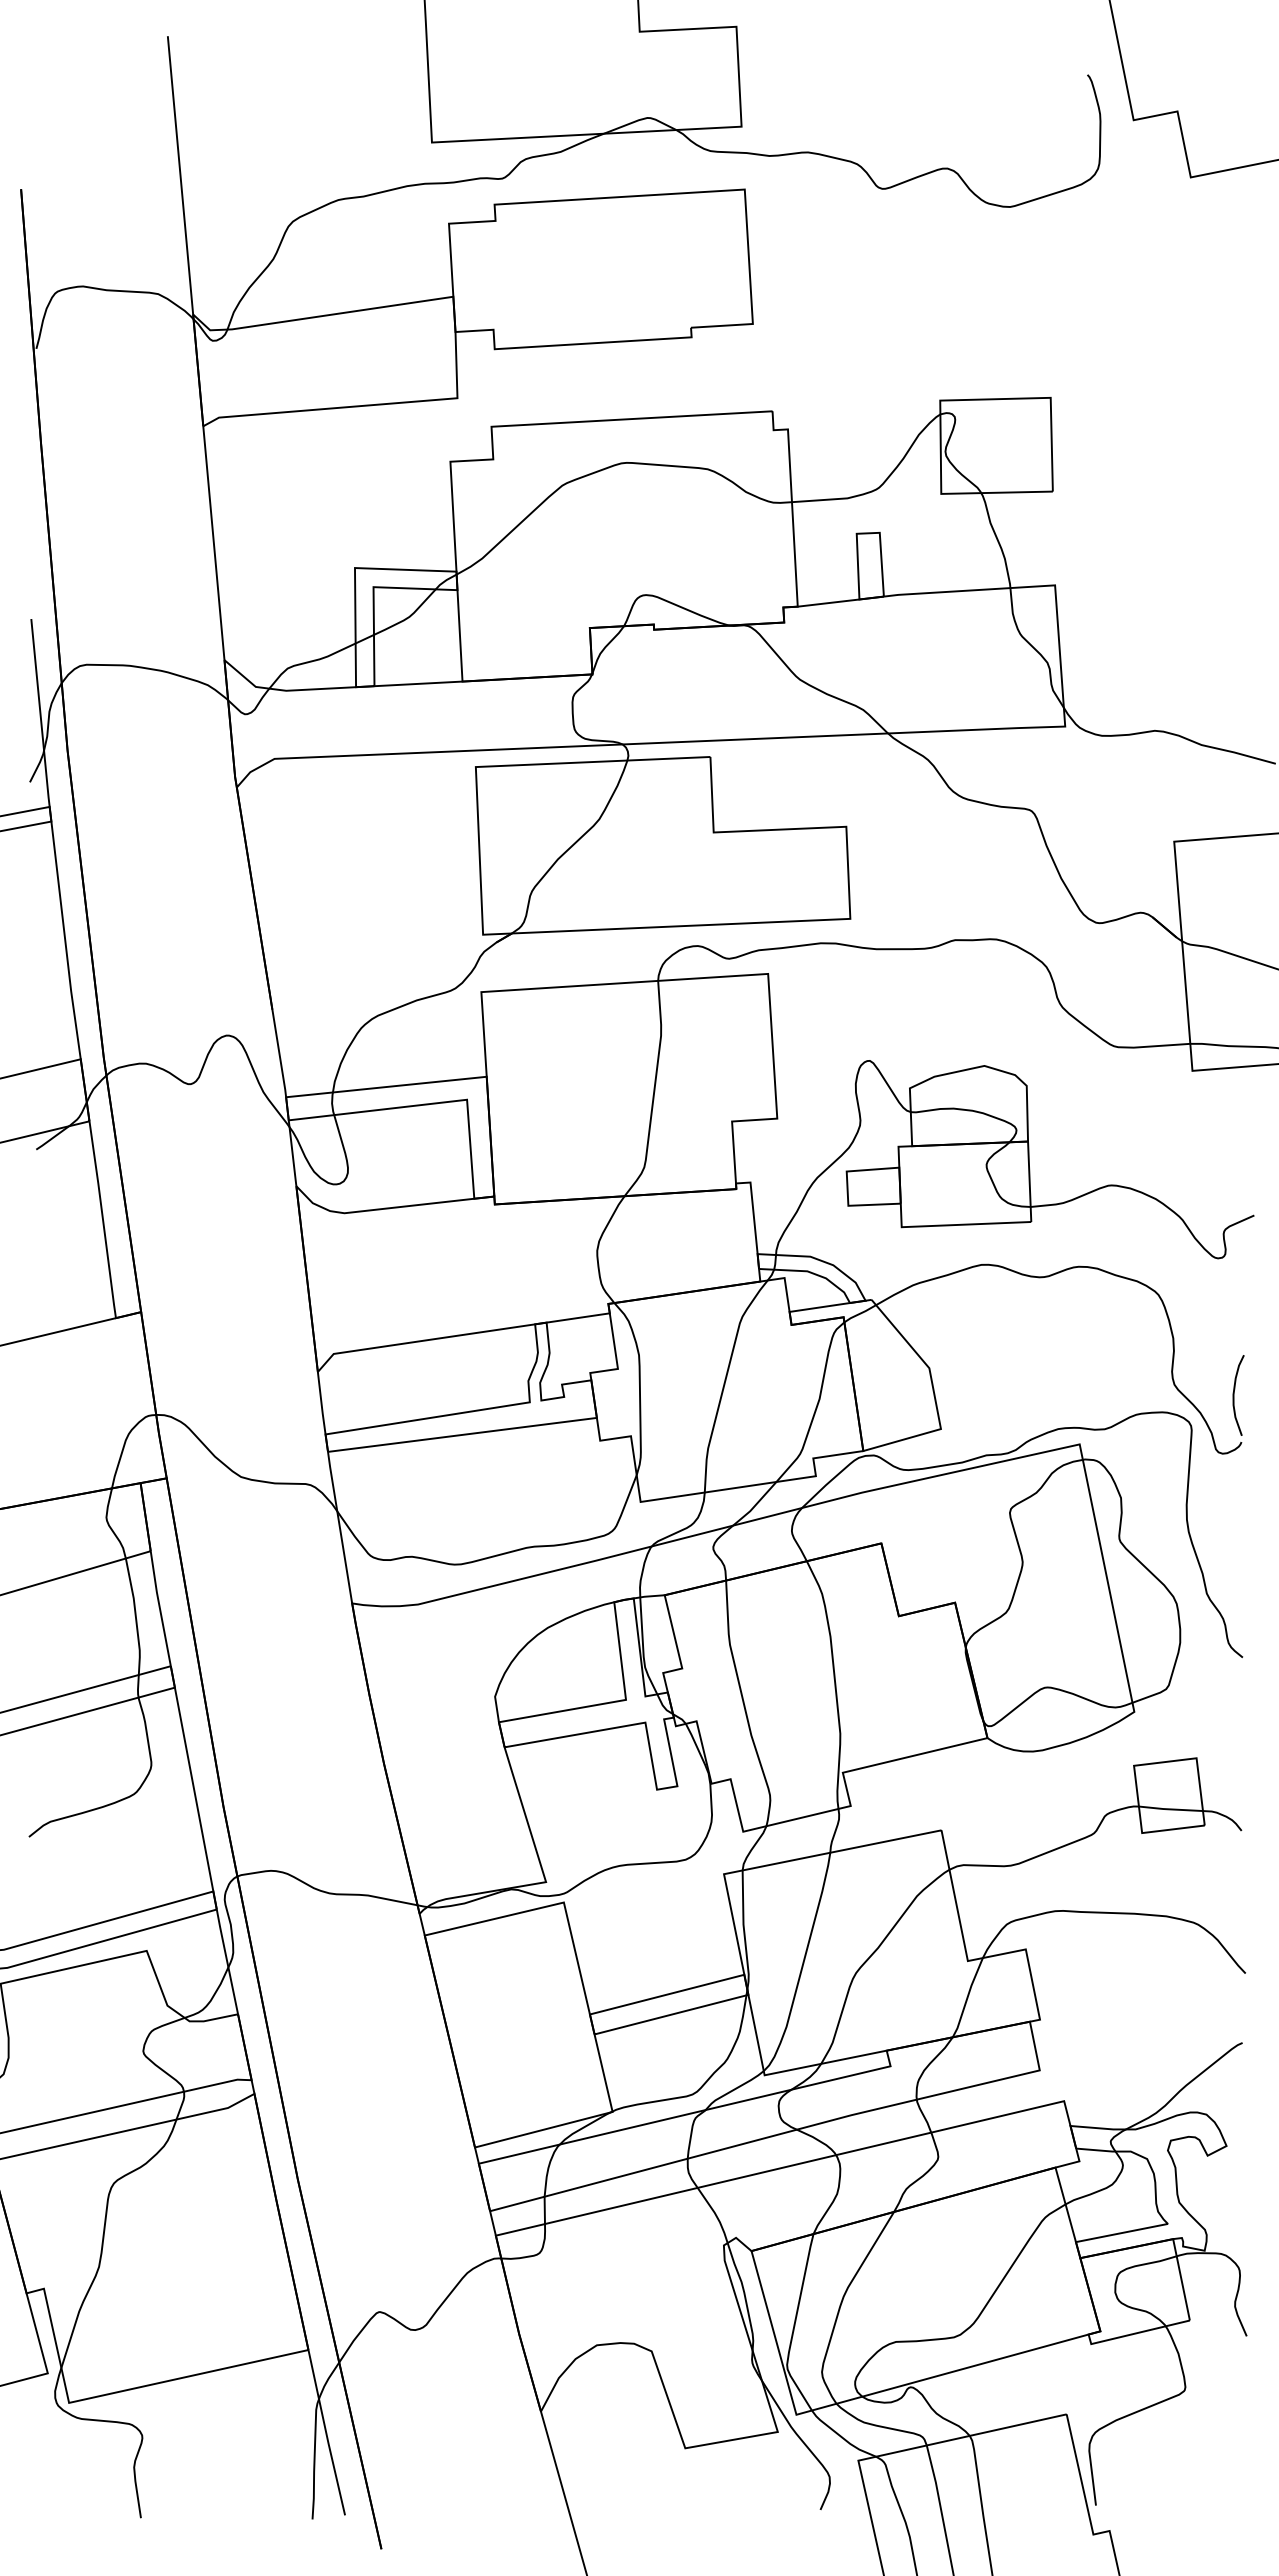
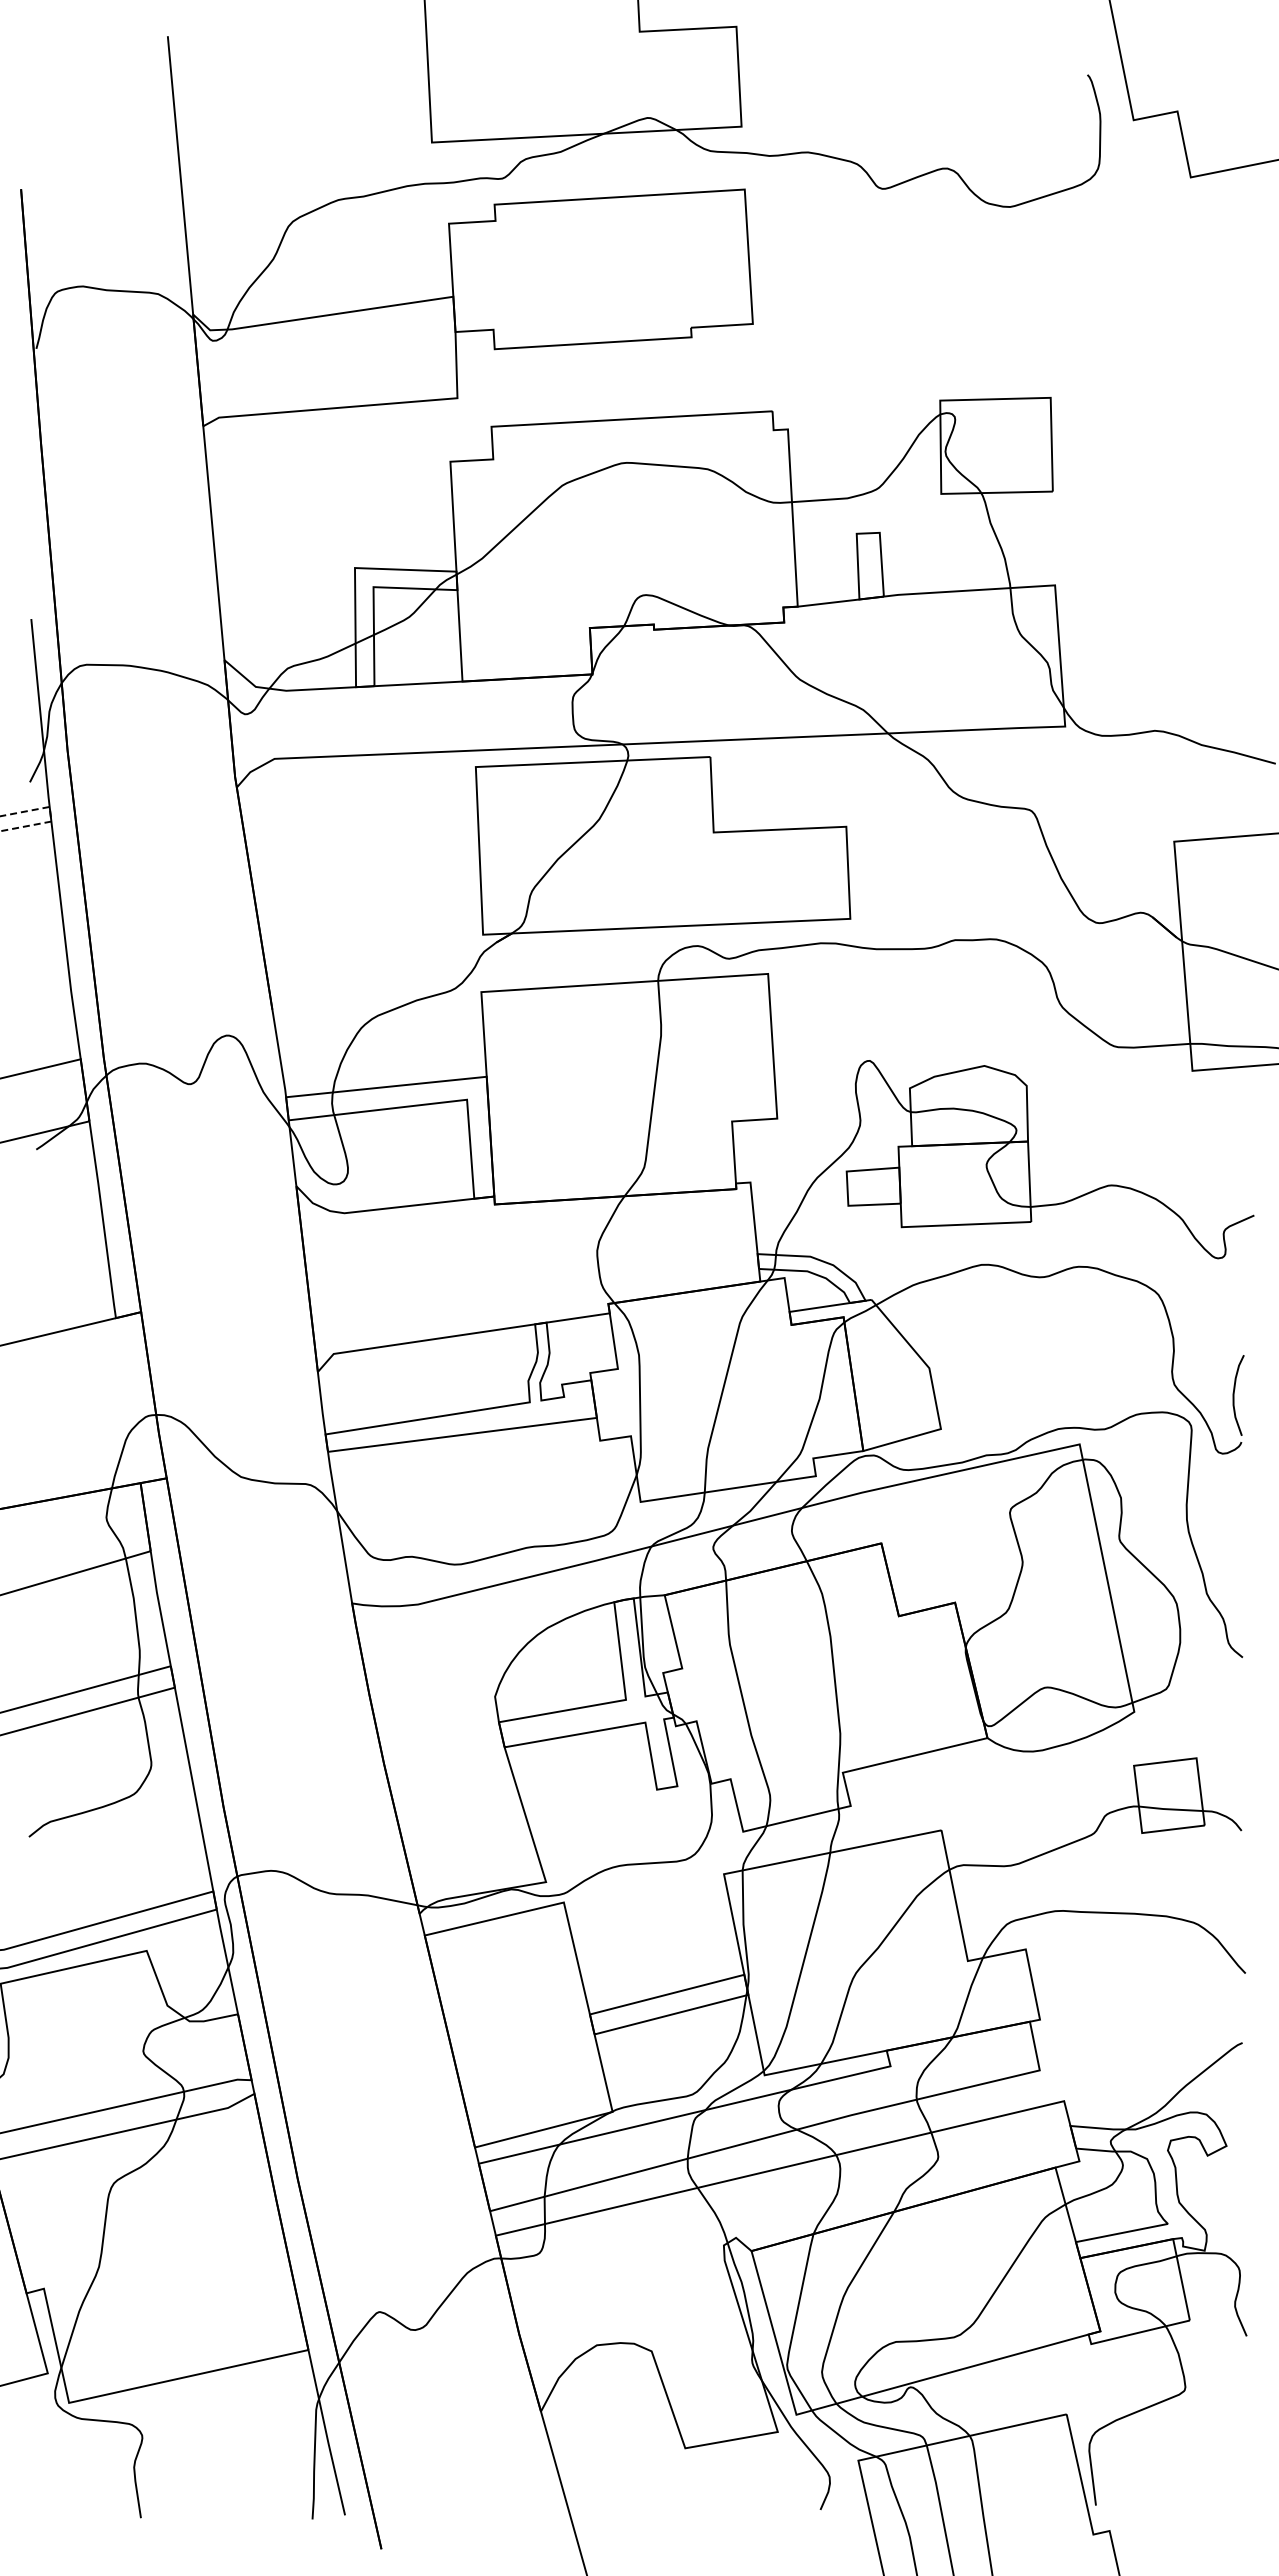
line at (50, 814): solid -> dashed
